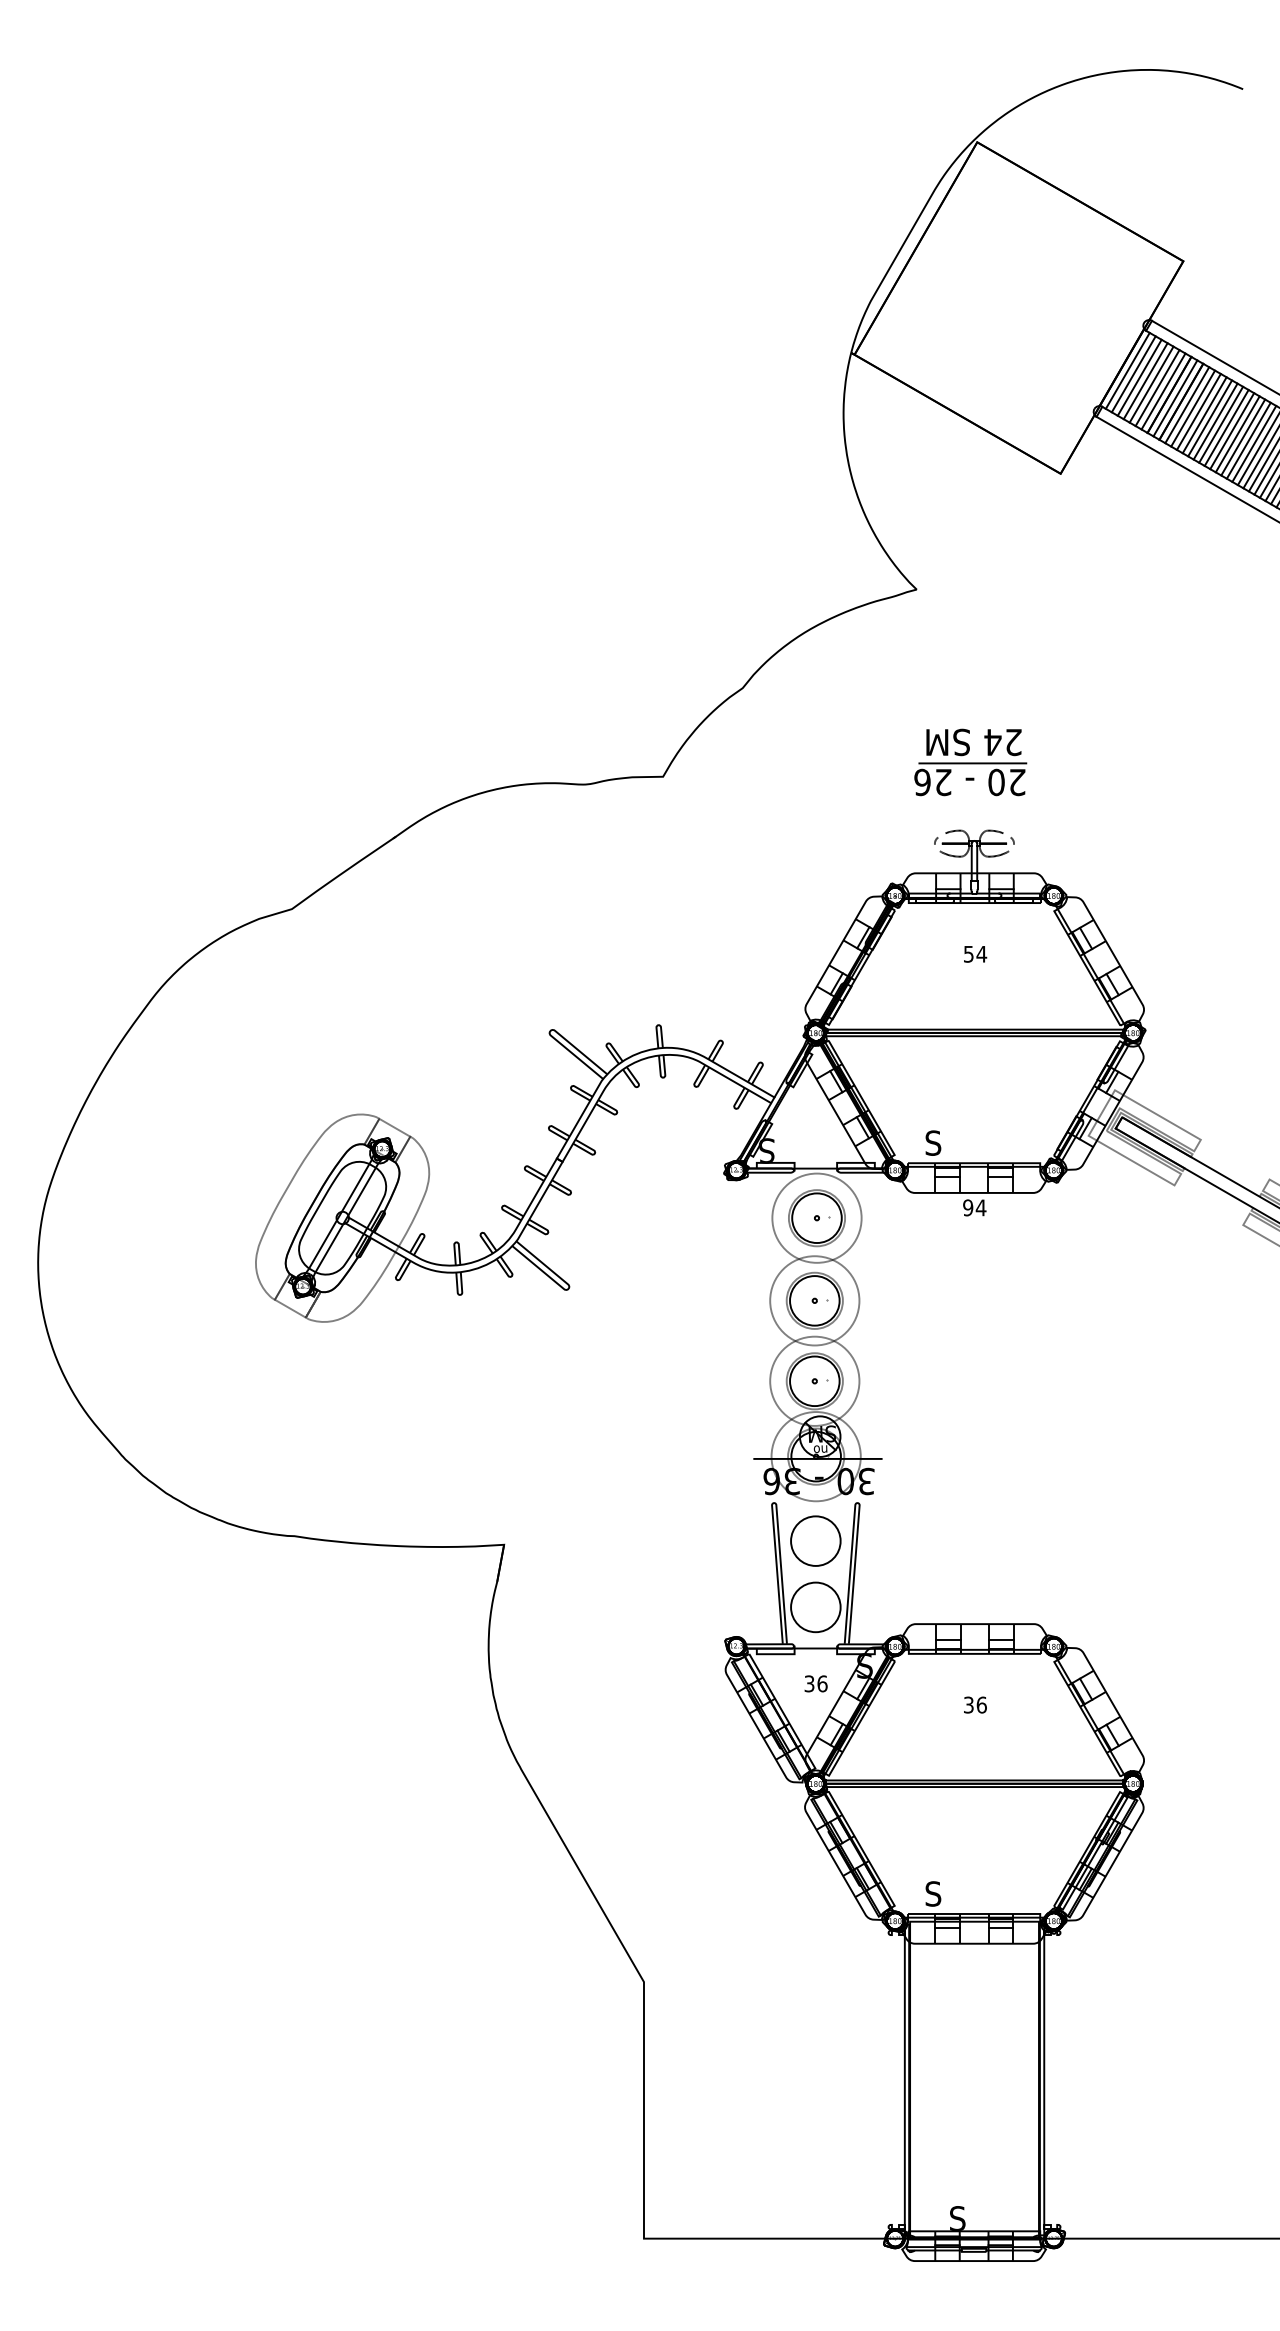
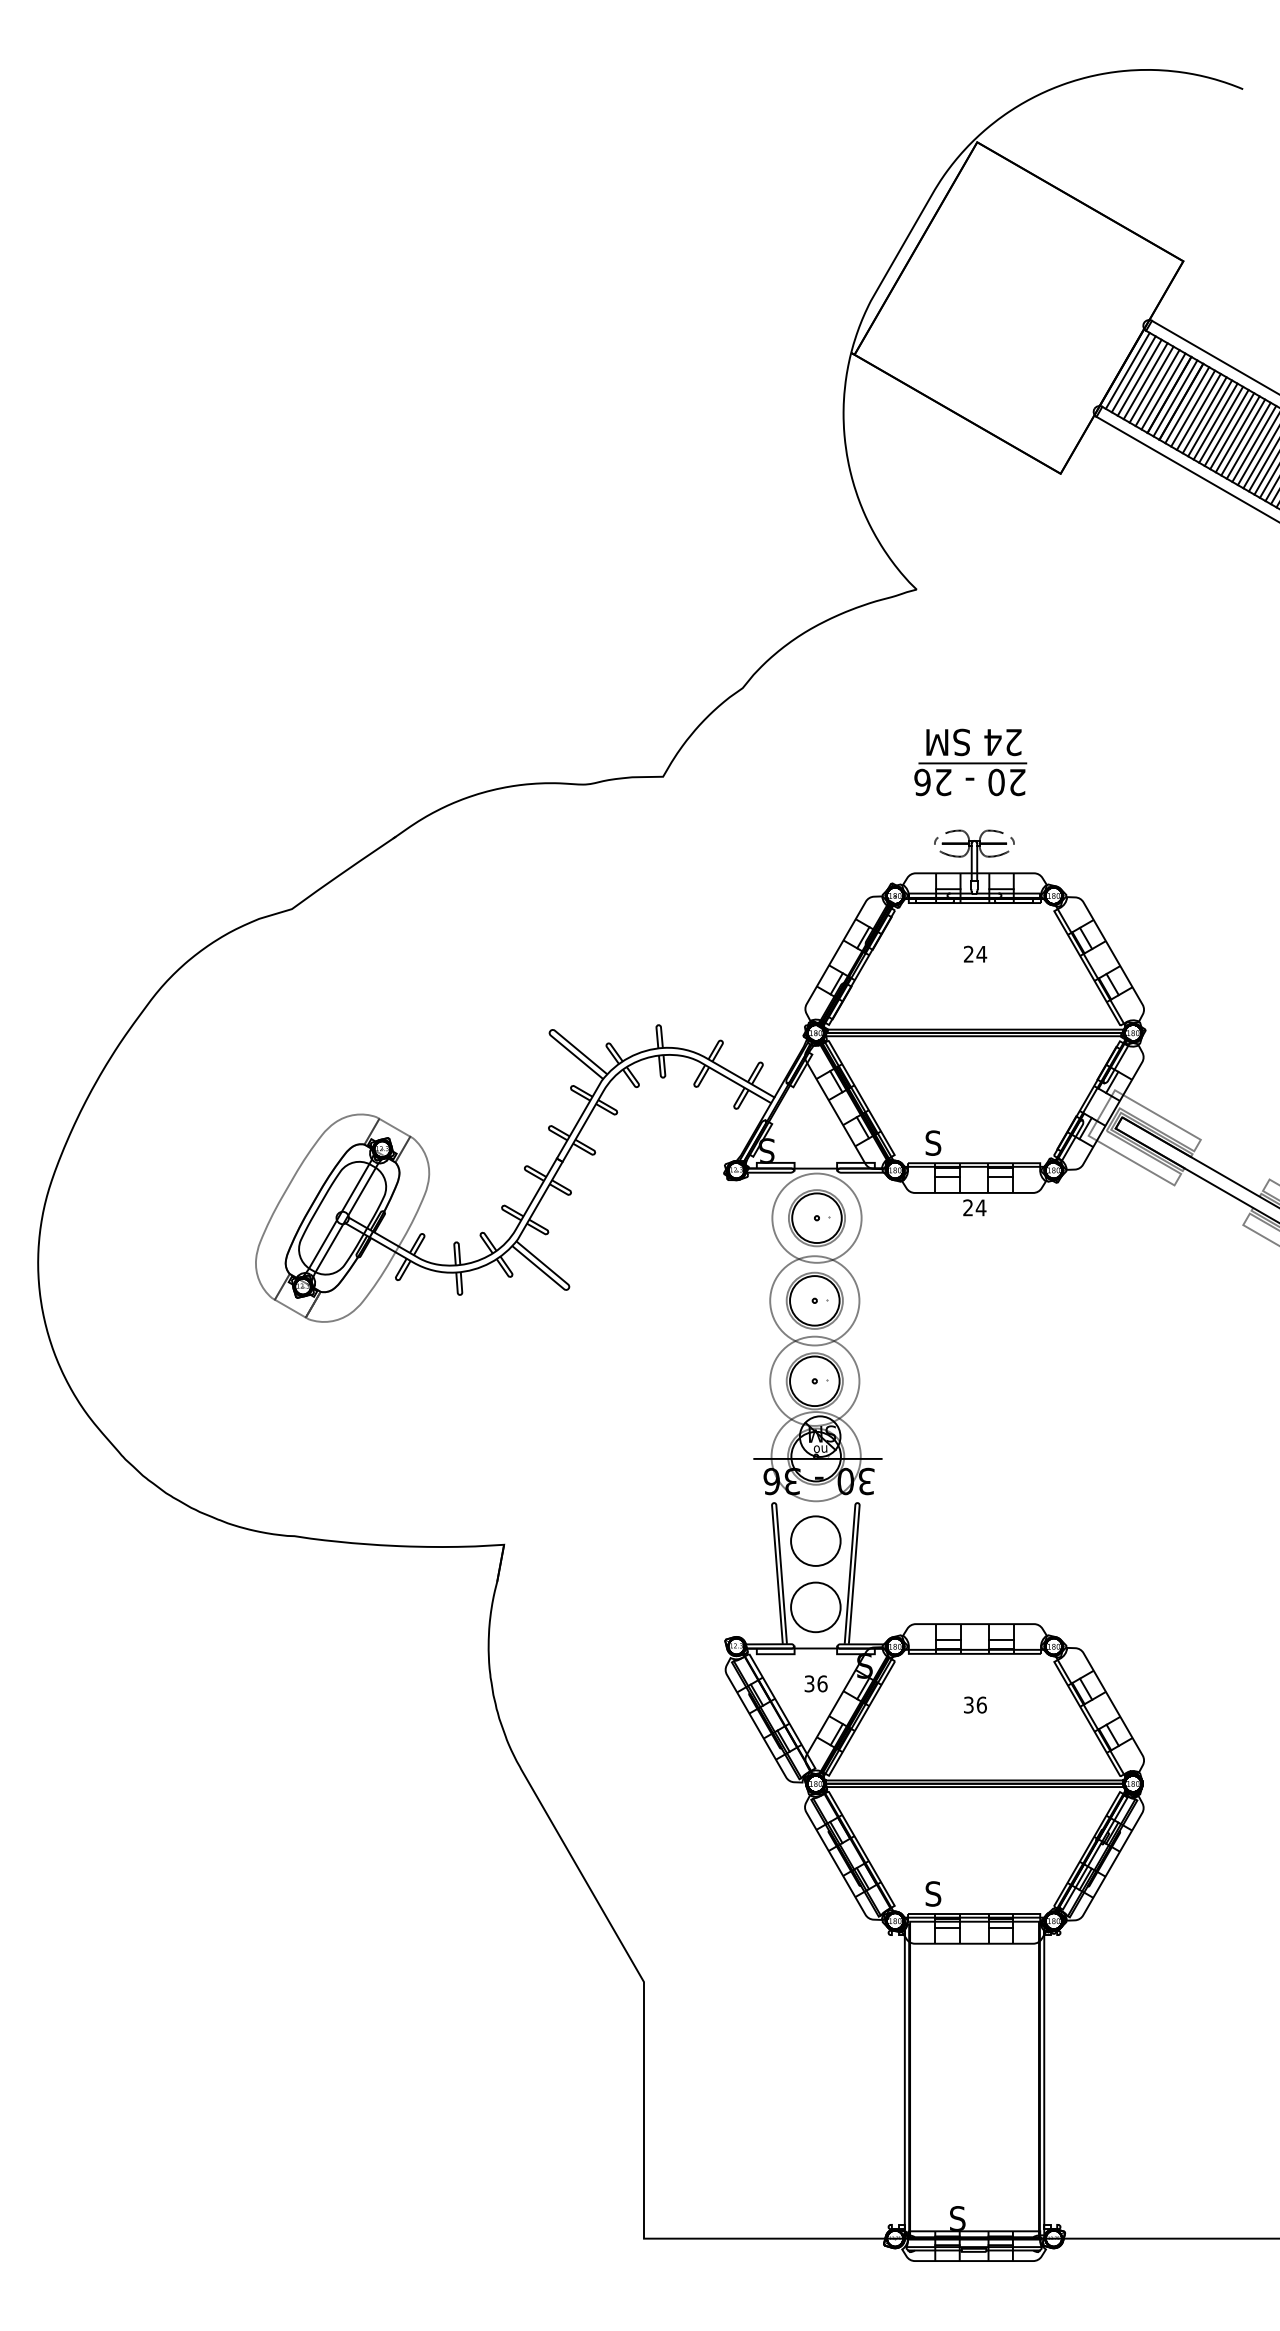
text at (968, 953): 54 -> 24
text at (968, 1207): 94 -> 24
